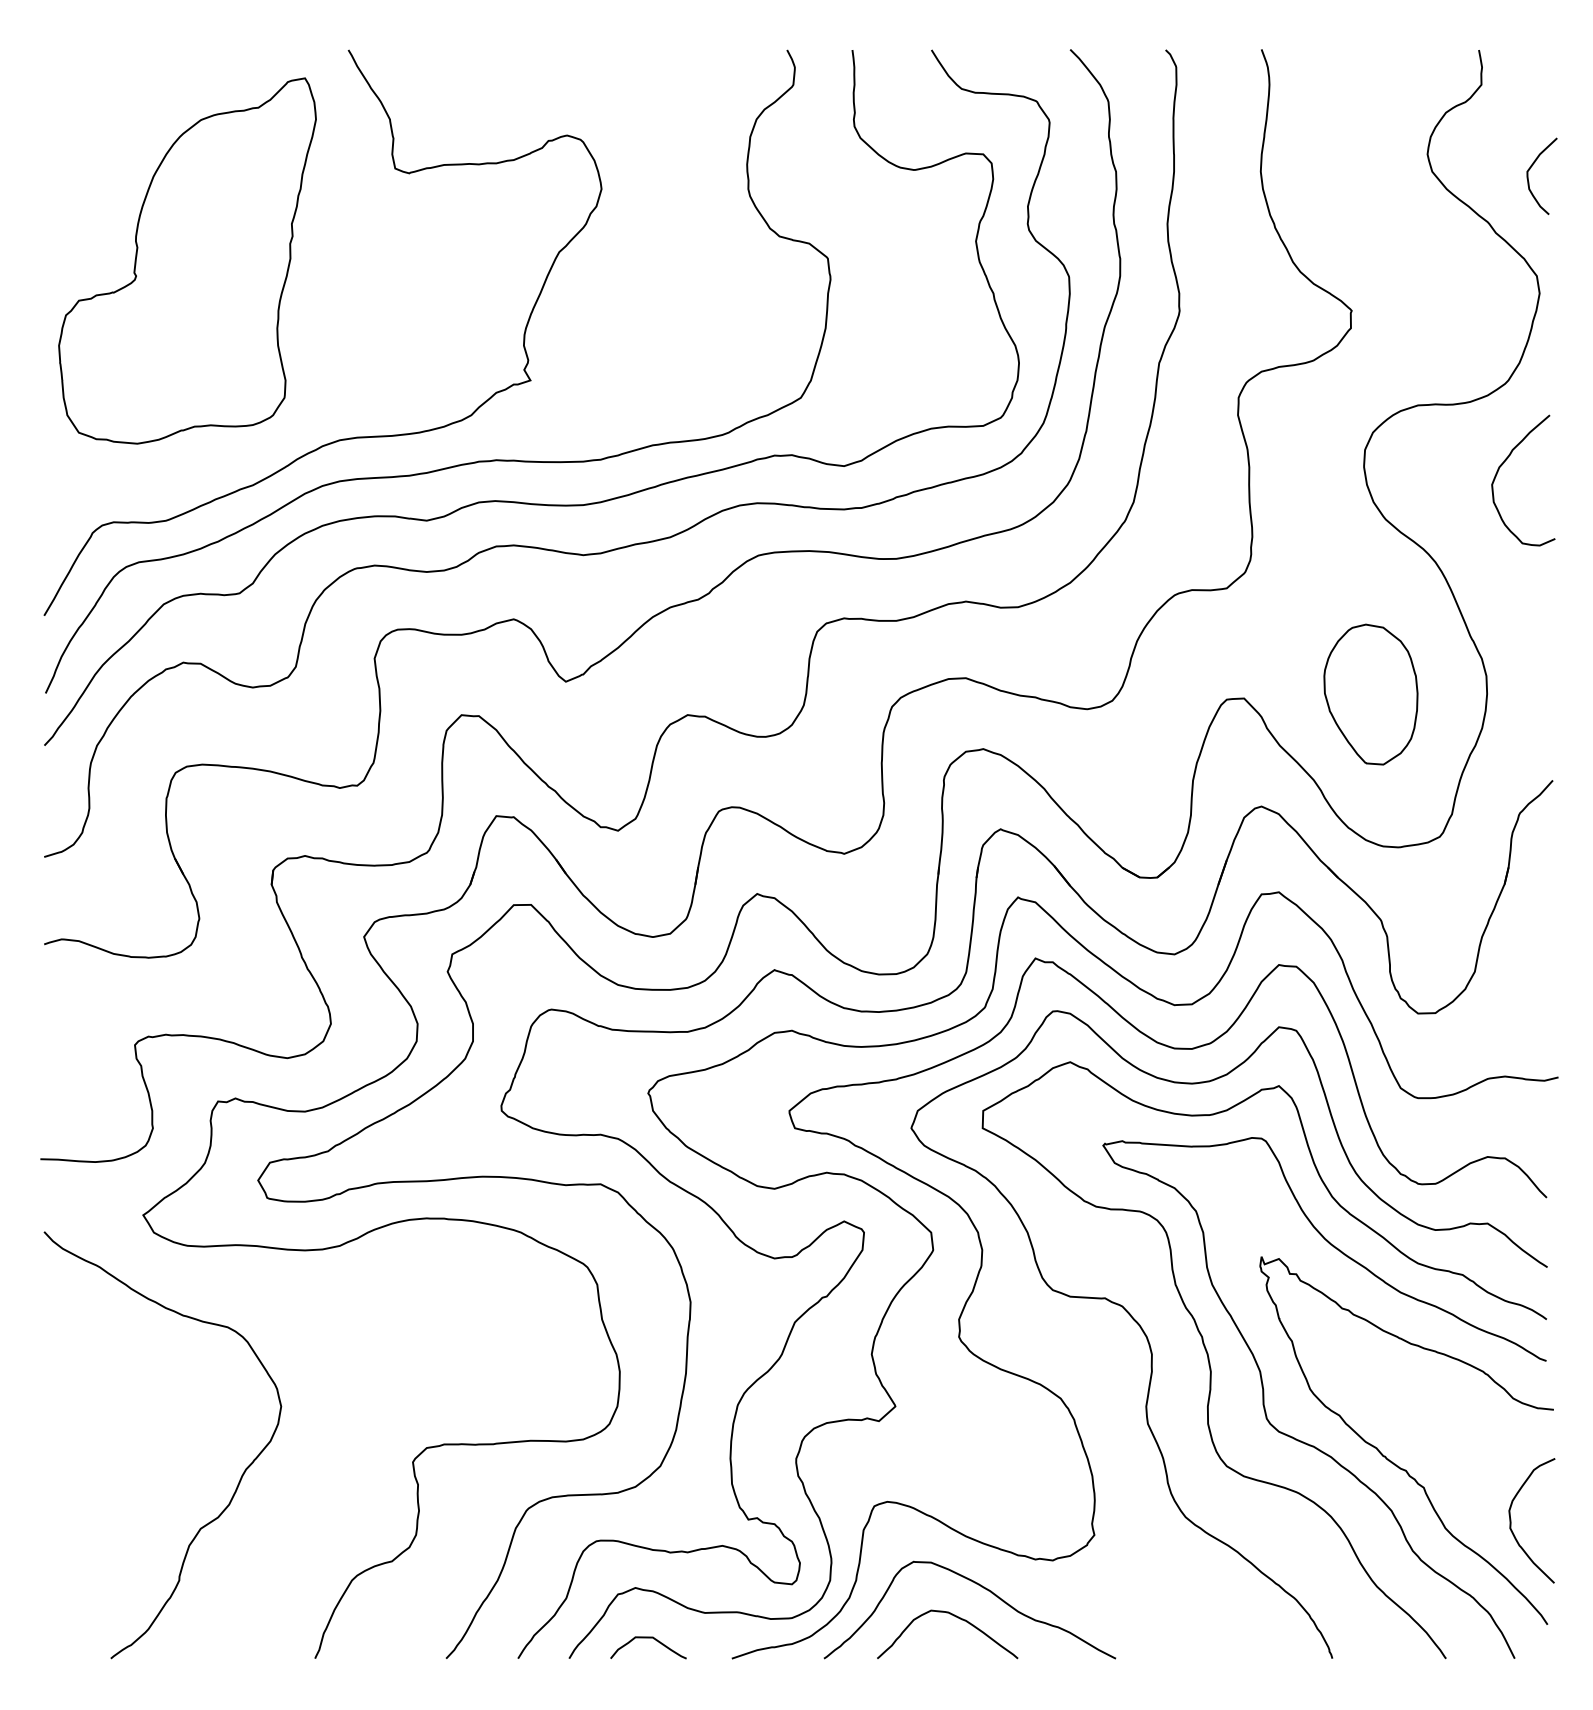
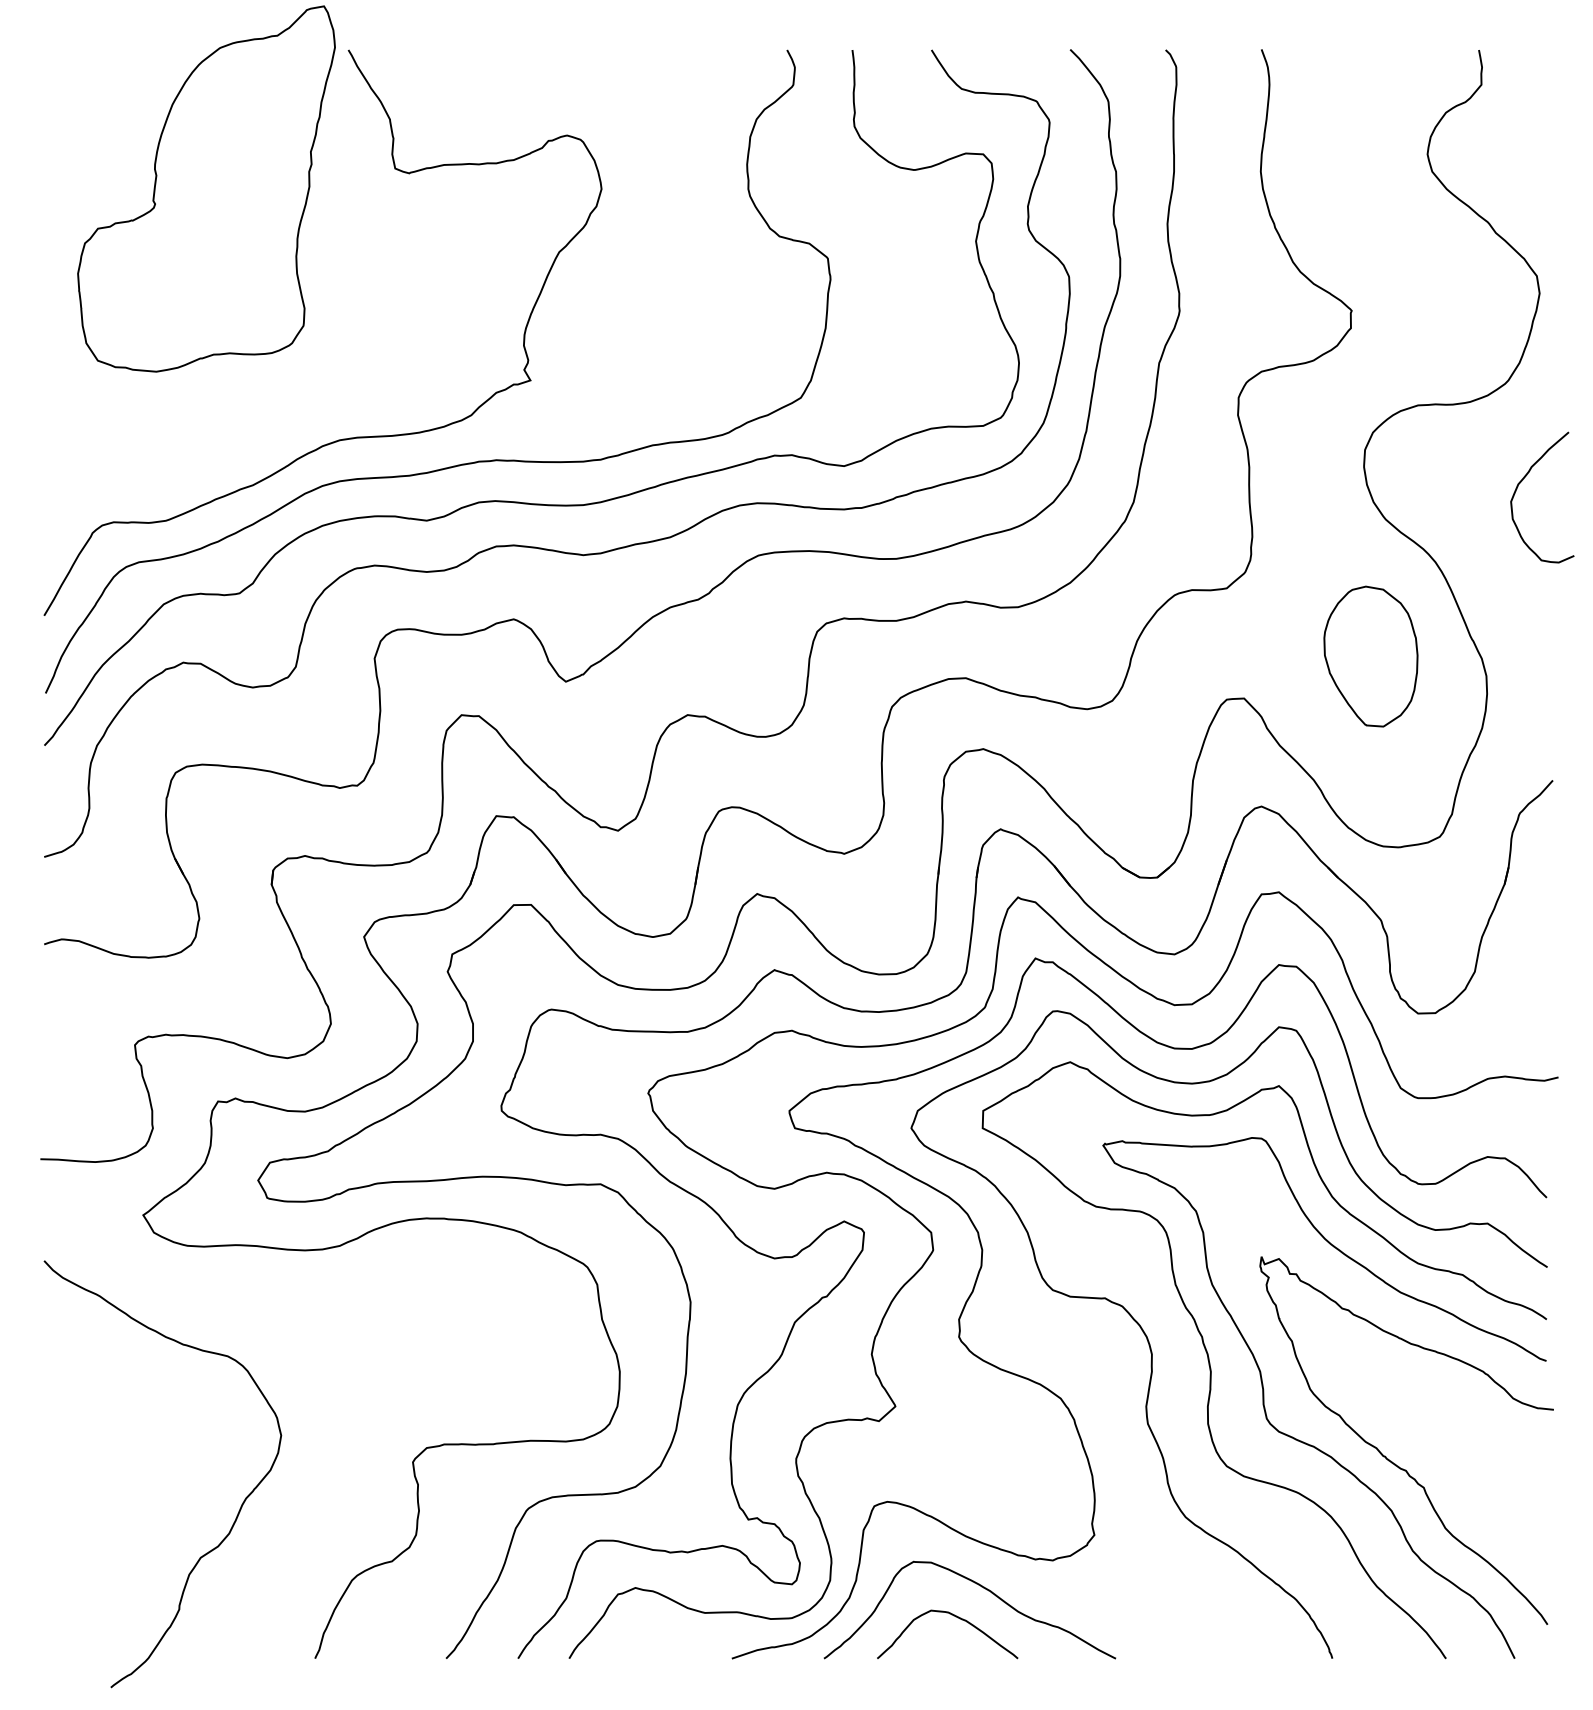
curve at (1530, 169): present -> none
part at (187, 260) position: (187, 260) -> (206, 188)
curve at (1503, 464) position: (1503, 464) -> (1522, 481)
part at (1370, 694) position: (1370, 694) -> (1370, 656)
curve at (239, 1479) position: (239, 1479) -> (239, 1508)
curve at (1511, 1520): present -> none
curve at (648, 1638): present -> none
